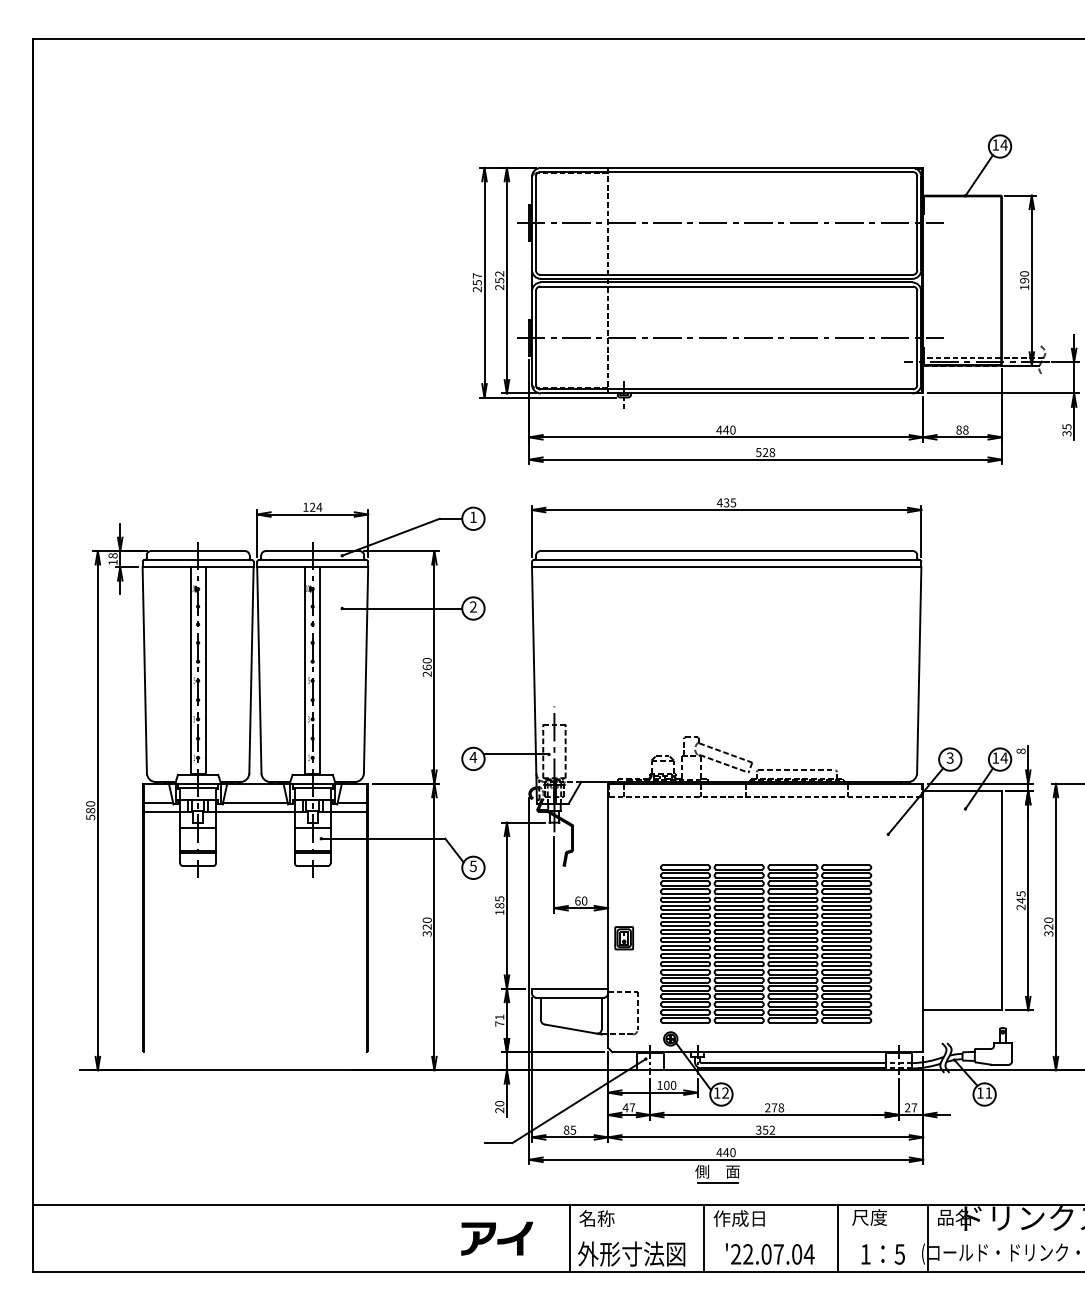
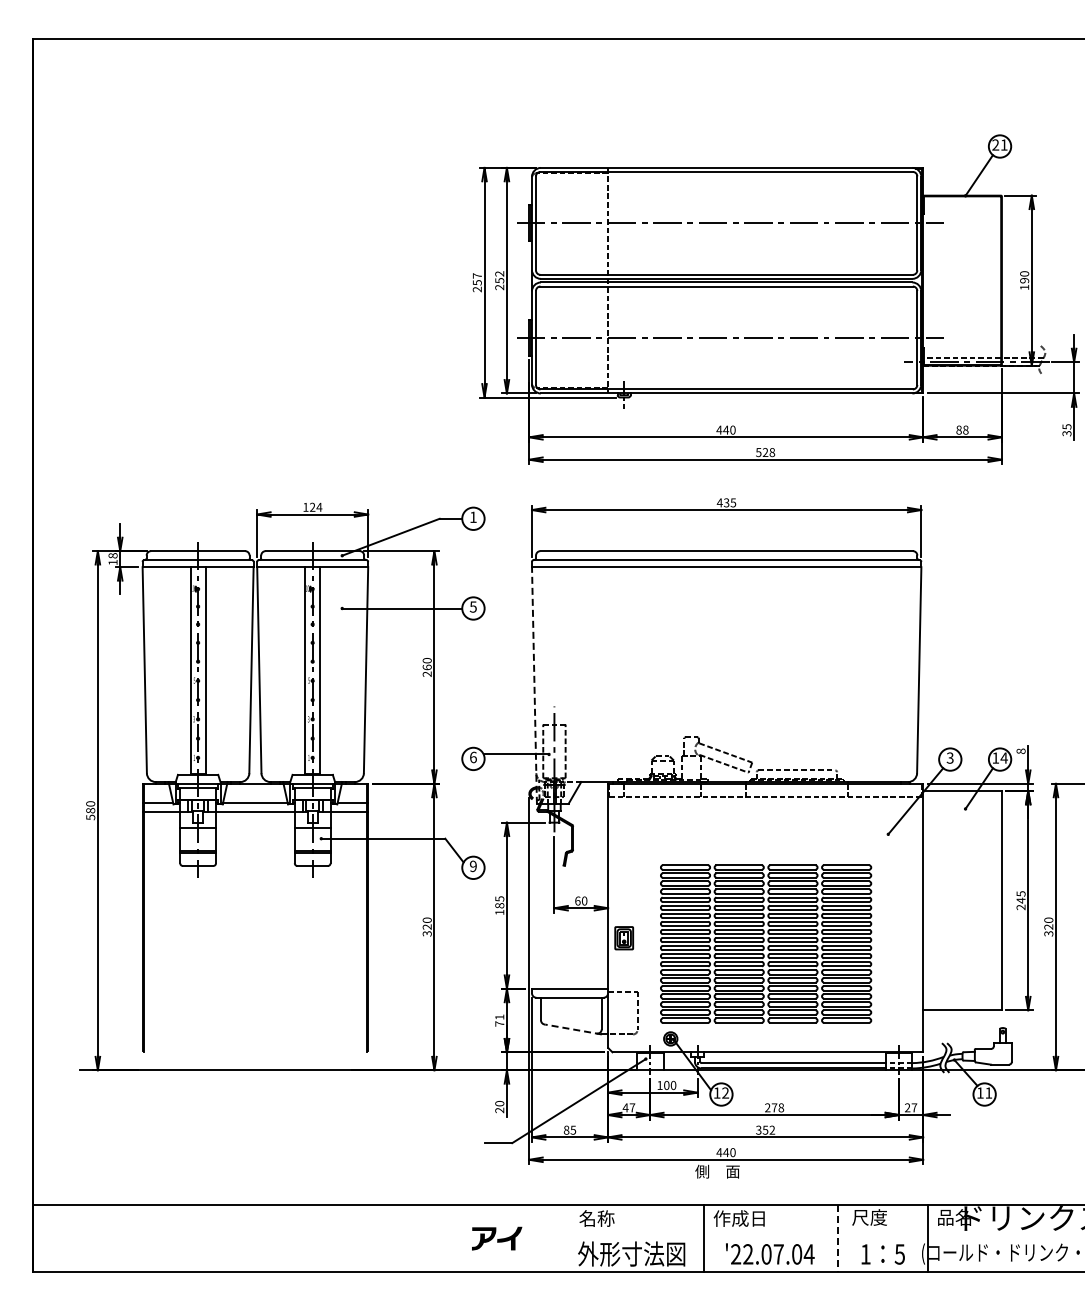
text at (999, 144): 14 -> 21
text at (472, 606): 2 -> 5
line at (534, 685): solid -> dashed
text at (473, 757): 4 -> 6
text at (472, 865): 5 -> 9
line at (573, 1029): solid -> dashed
line at (717, 1183): present -> none
line at (569, 1237): present -> none
part at (496, 1238) size: 72x35 px -> 51x25 px
line at (838, 1238): solid -> dashed
